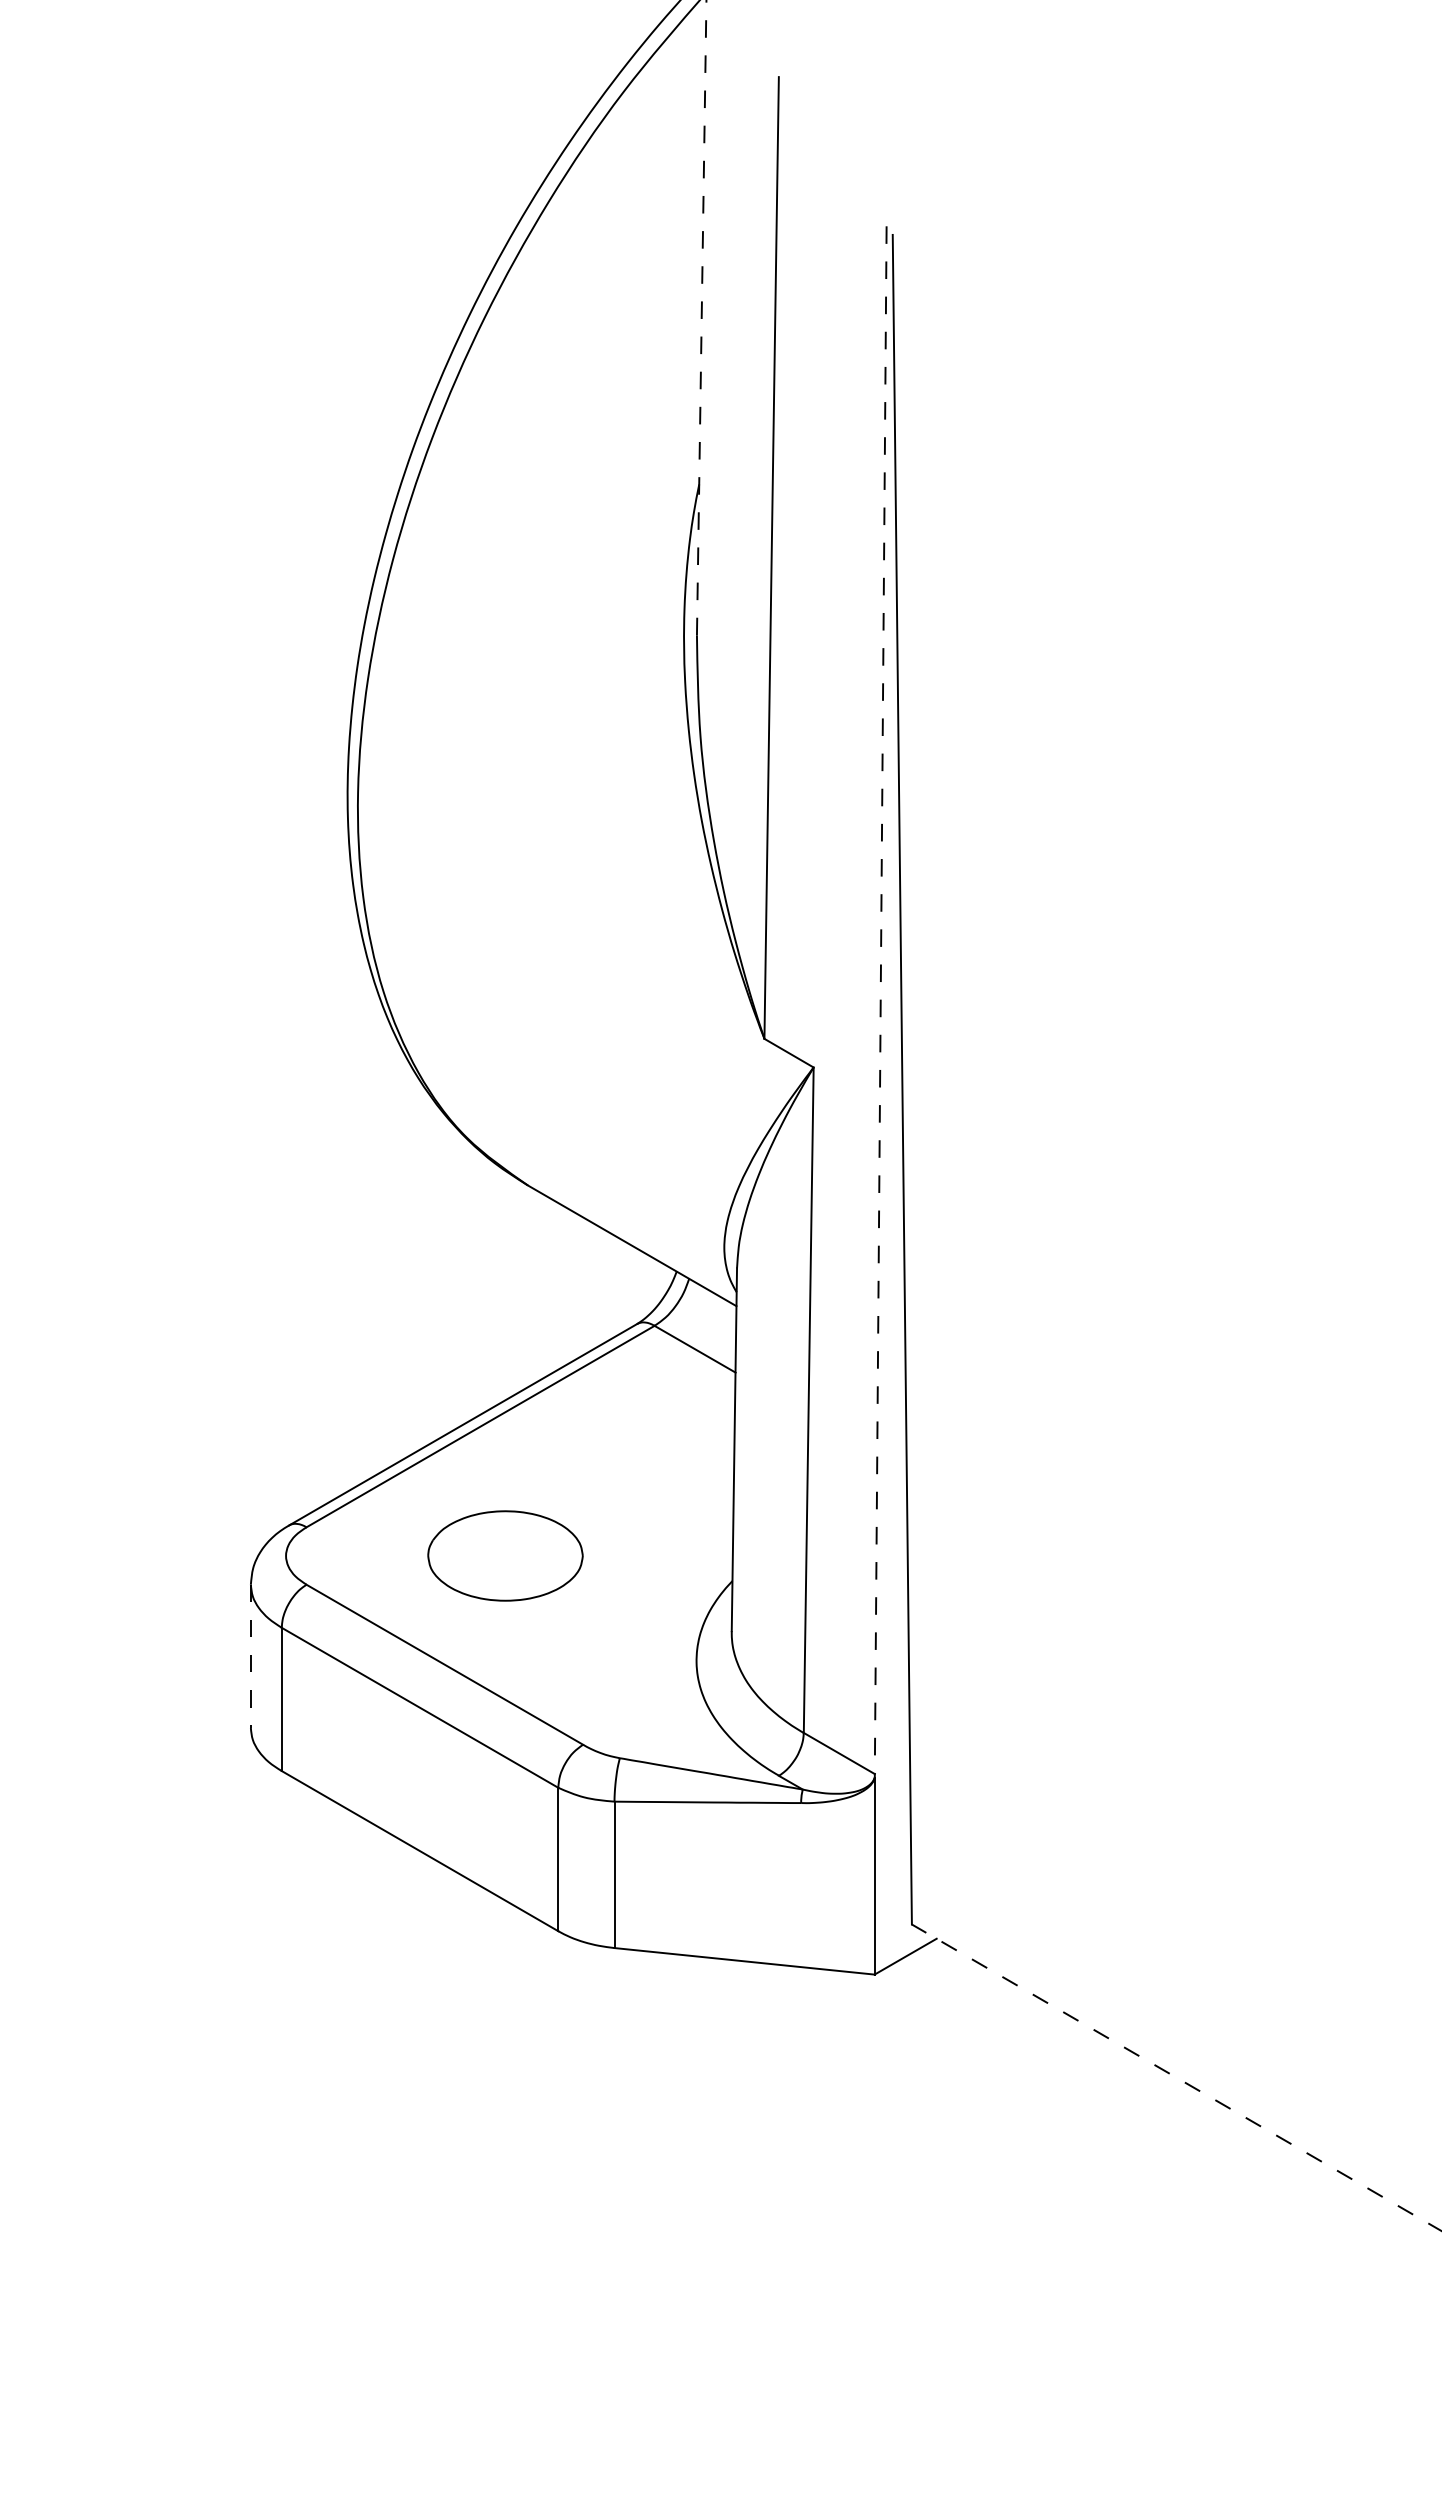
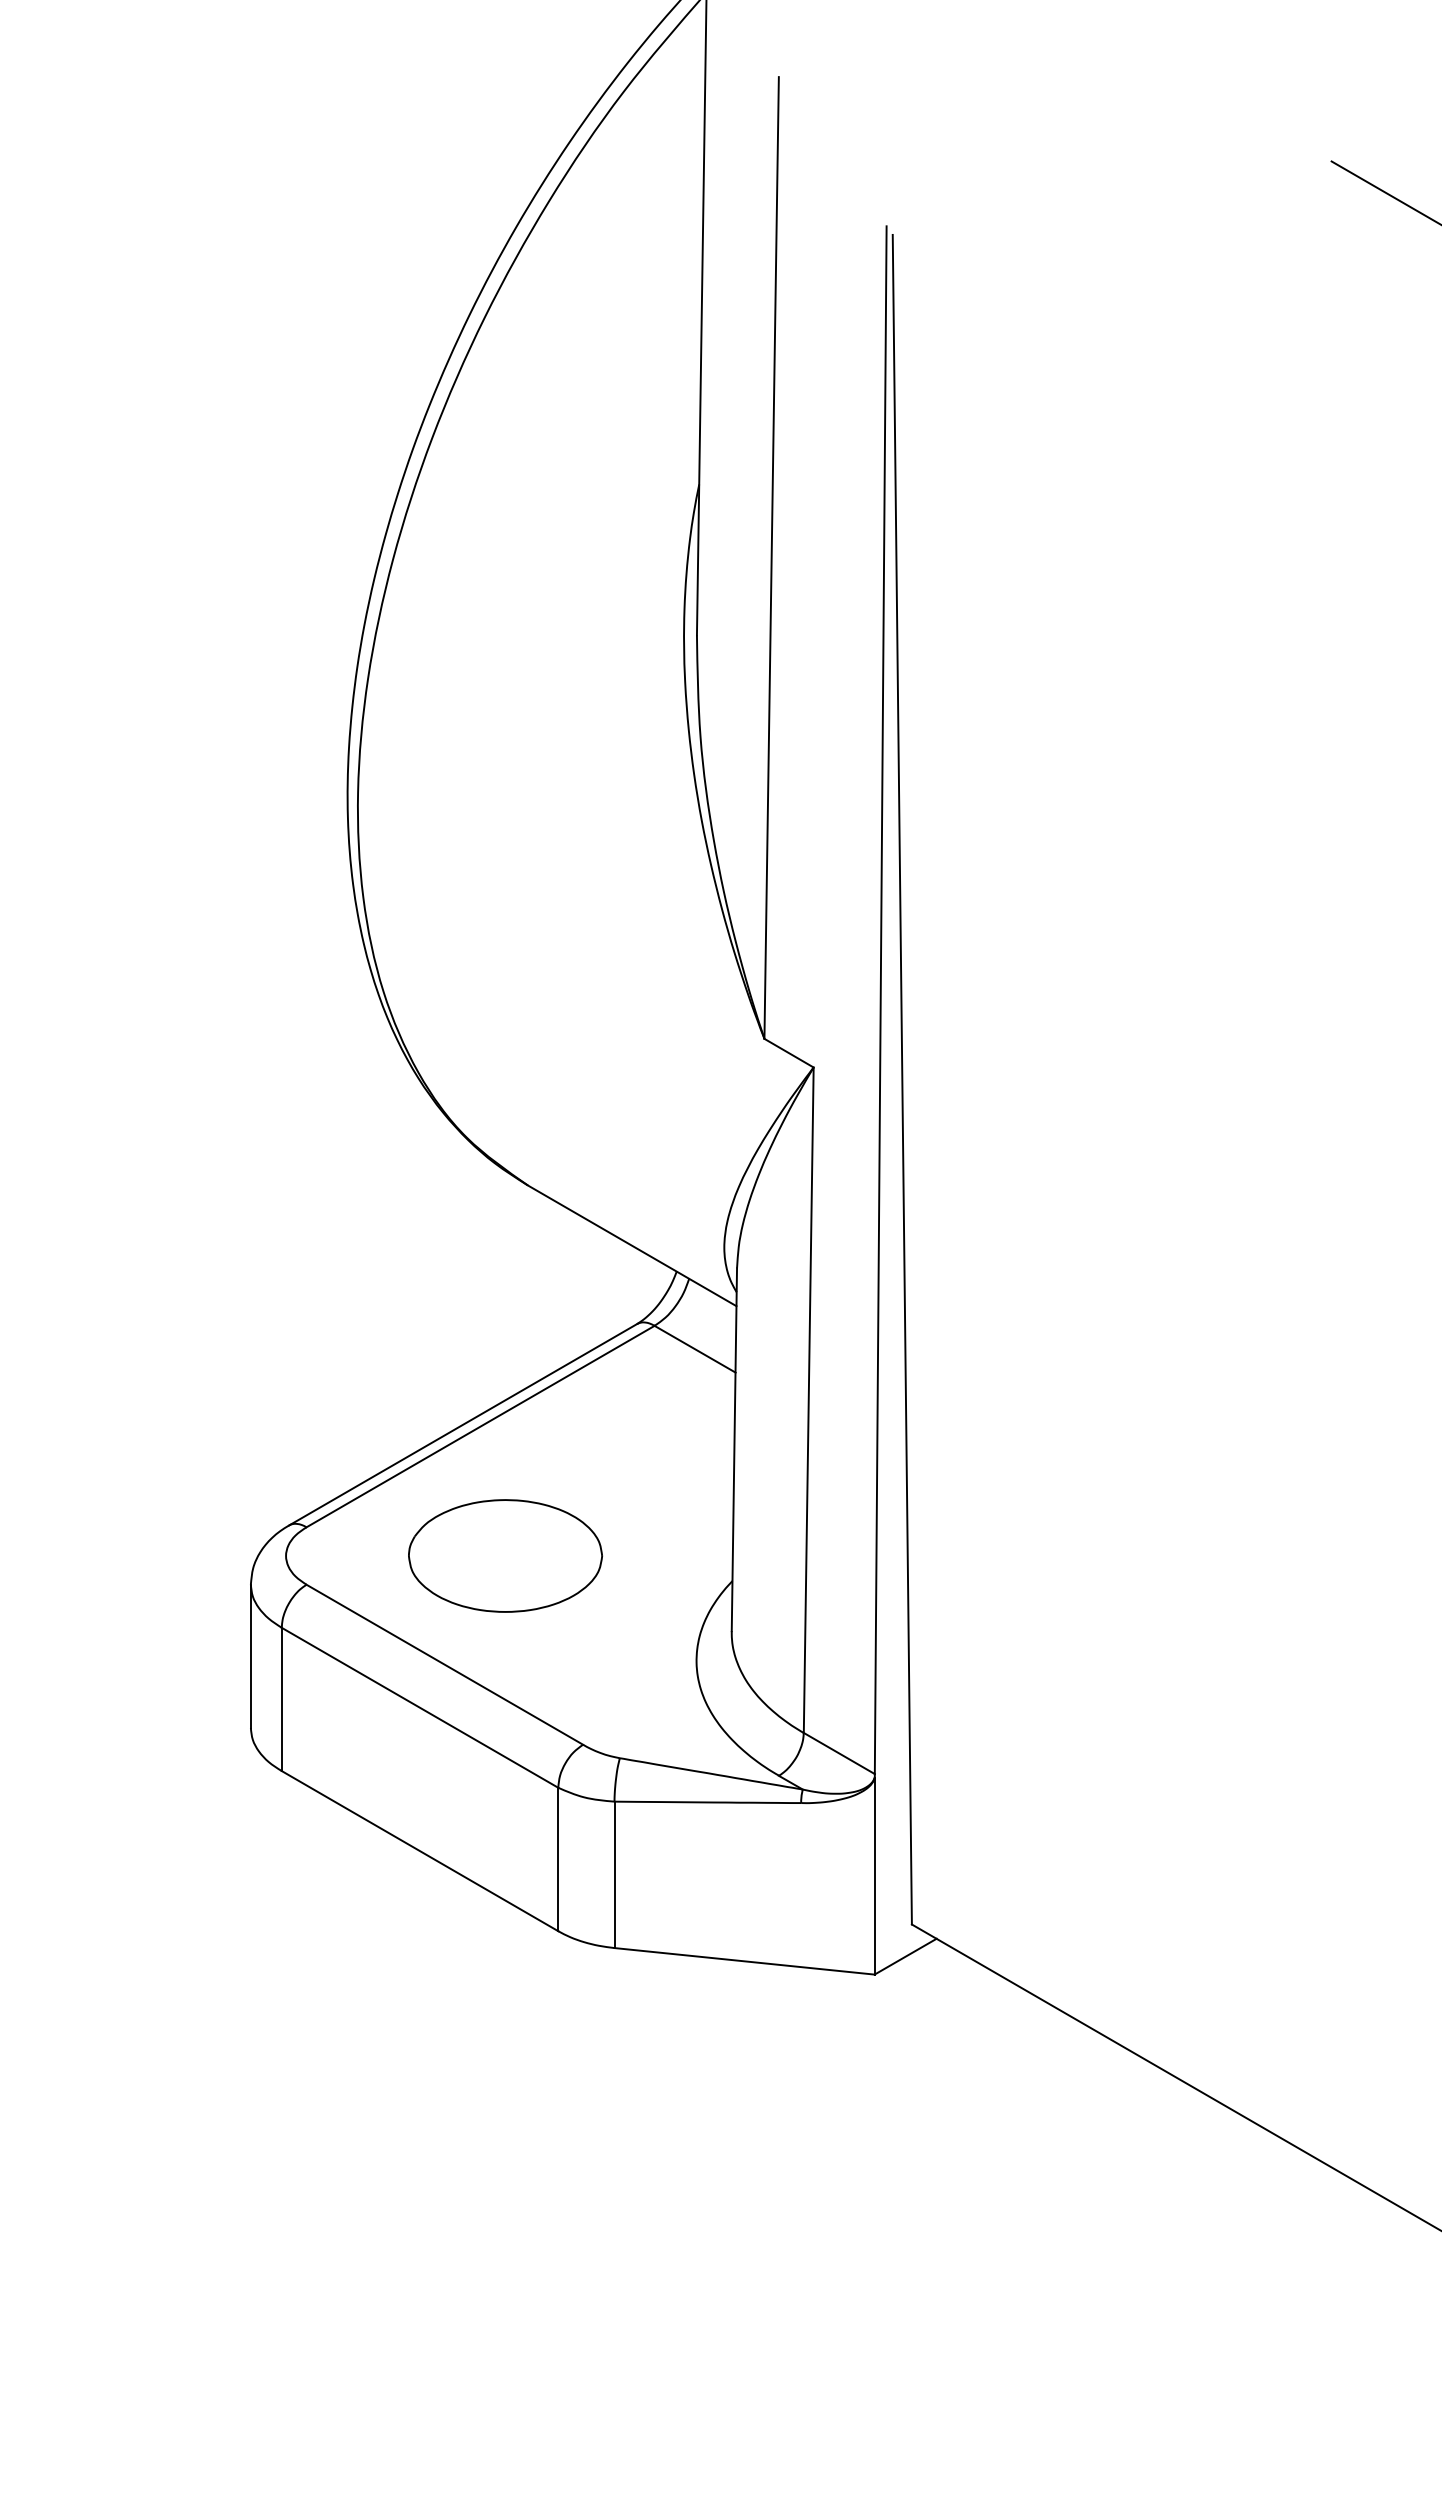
line at (1384, 192): none -> present
line at (701, 317): dashed -> solid
line at (880, 1000): dashed -> solid
part at (505, 1555) size: 157x92 px -> 195x114 px
line at (250, 1656): dashed -> solid
line at (1176, 2077): dashed -> solid
